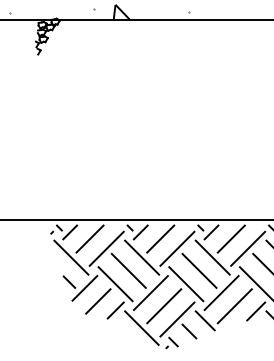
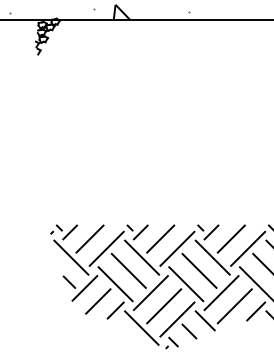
line at (136, 219): present -> none
